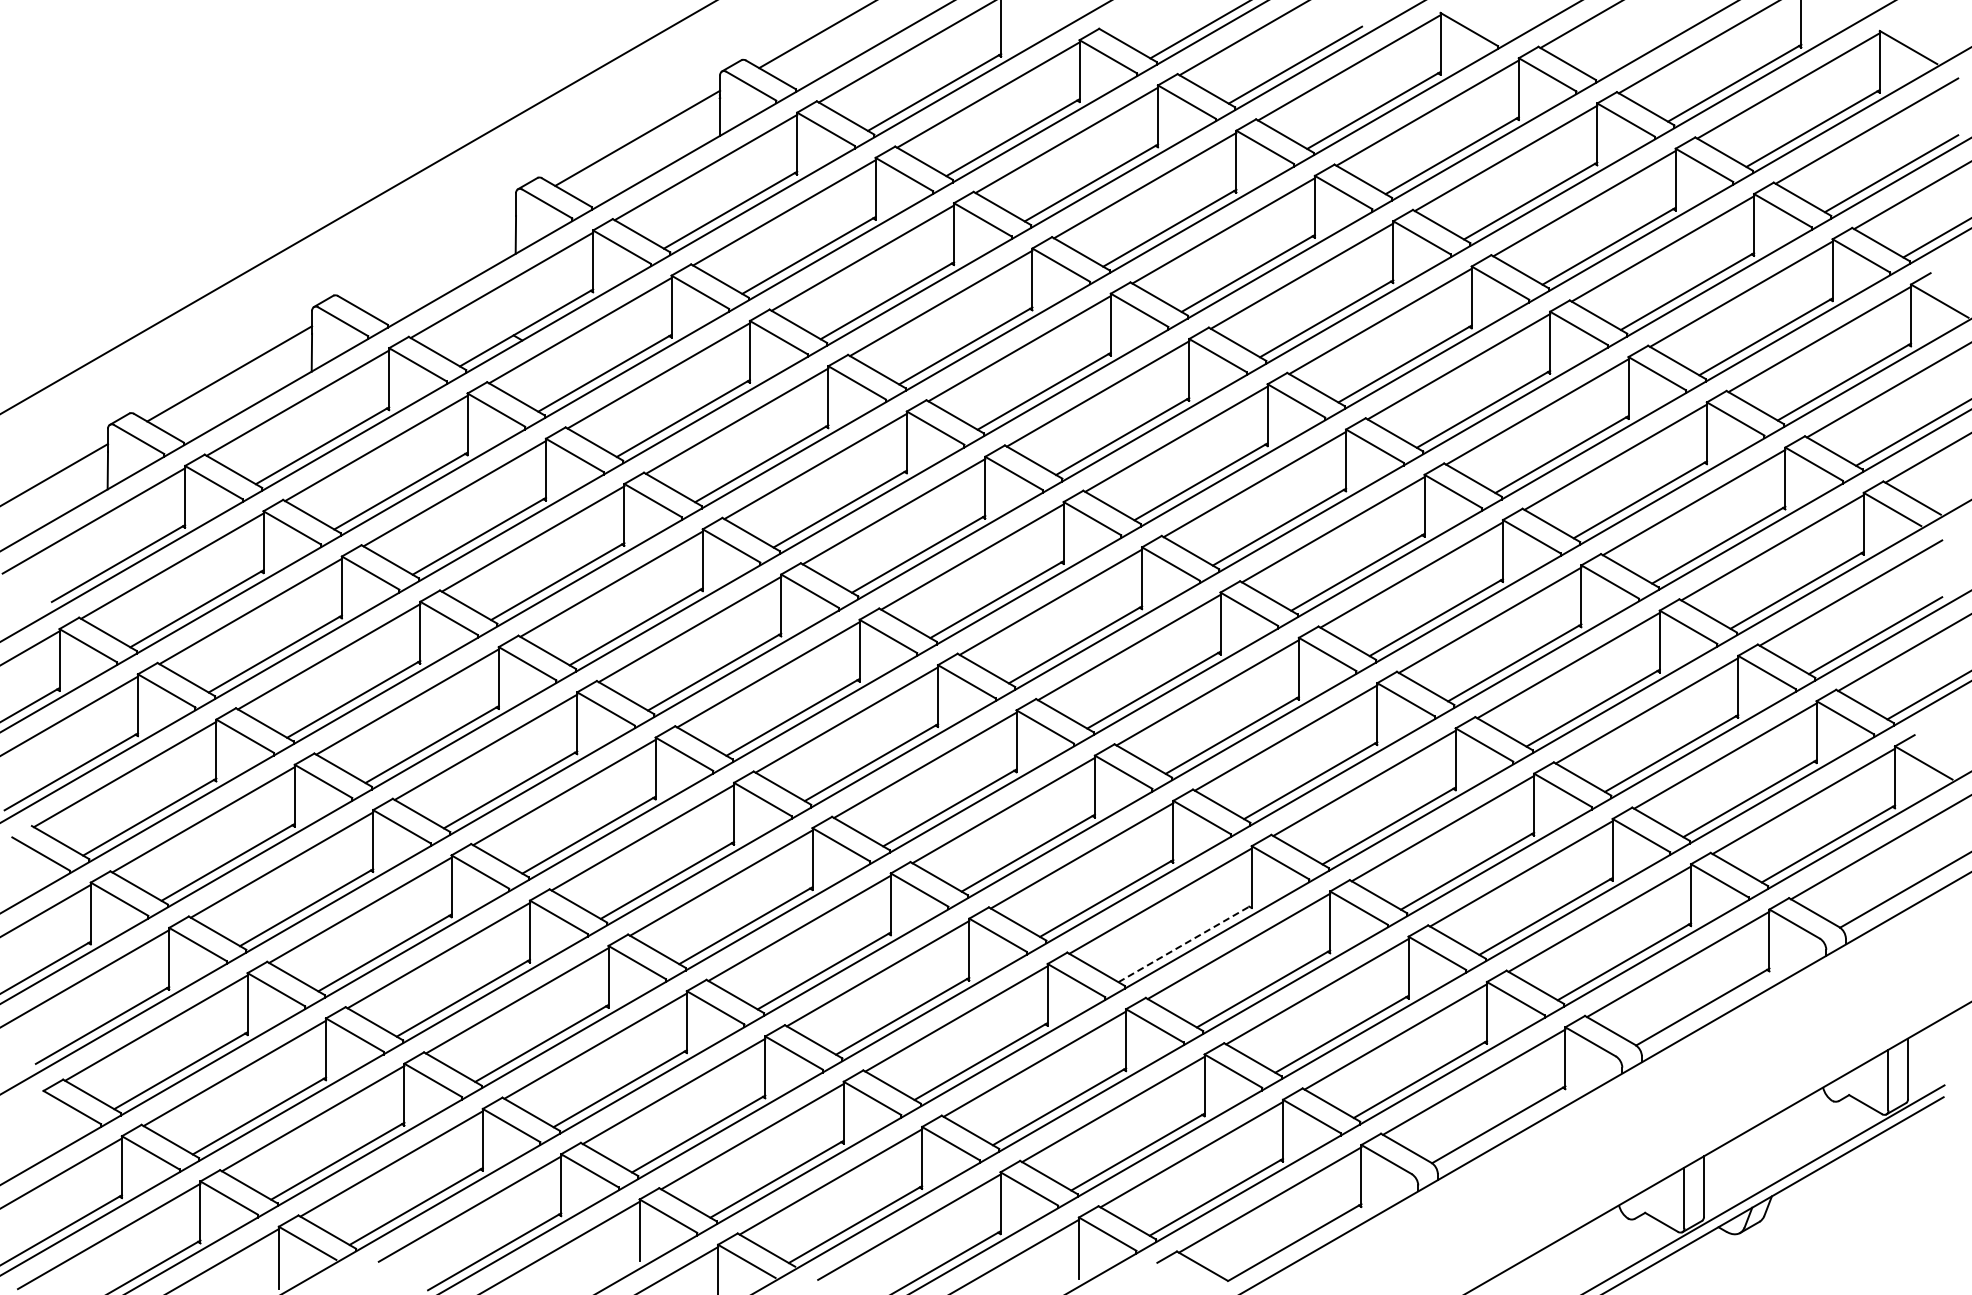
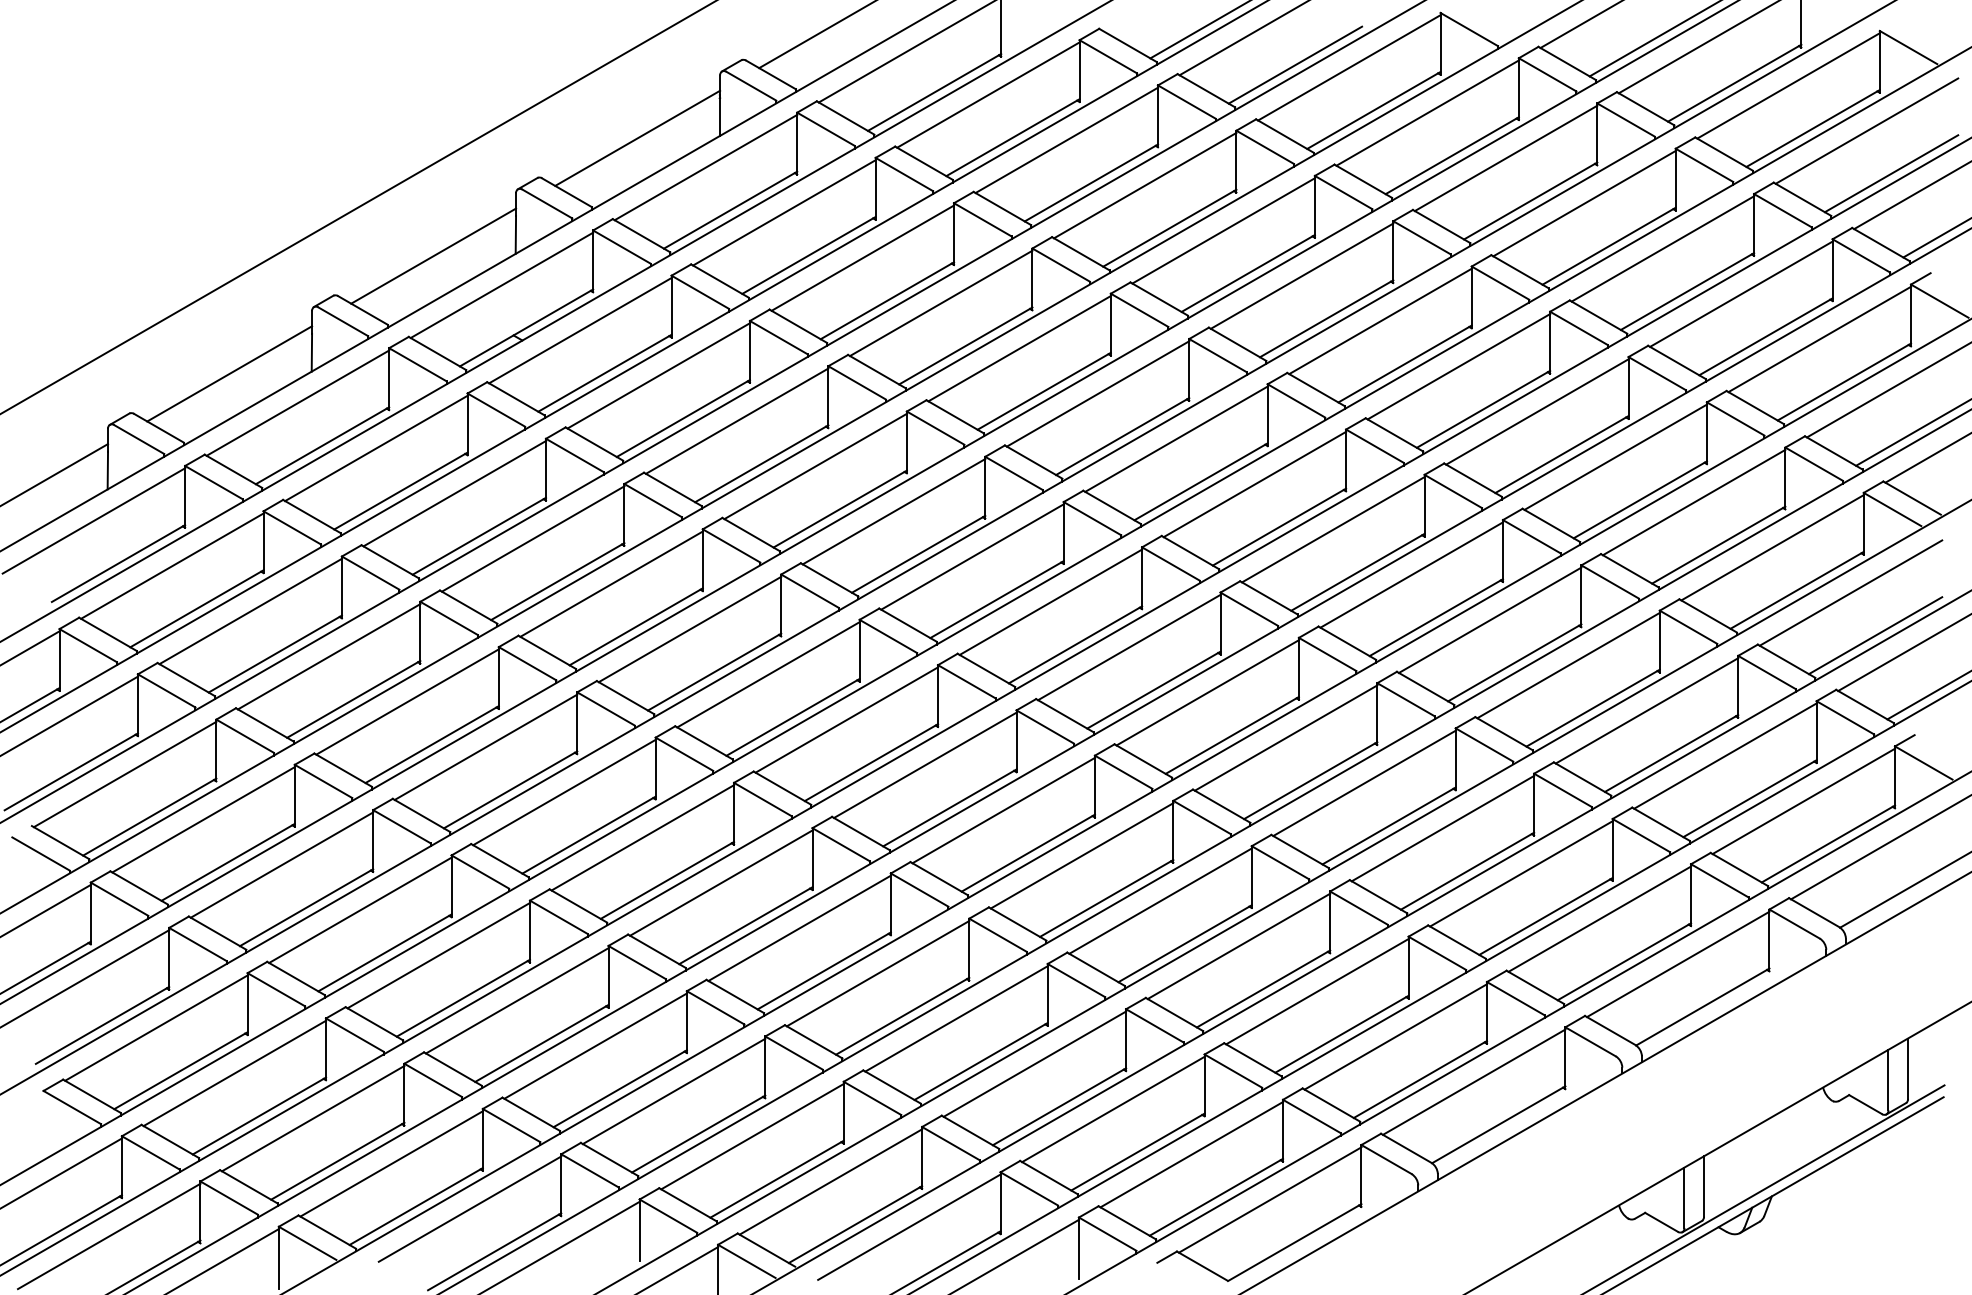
line at (1653, 39): none -> present
line at (433, 255): none -> present
line at (1185, 943): dashed -> solid
